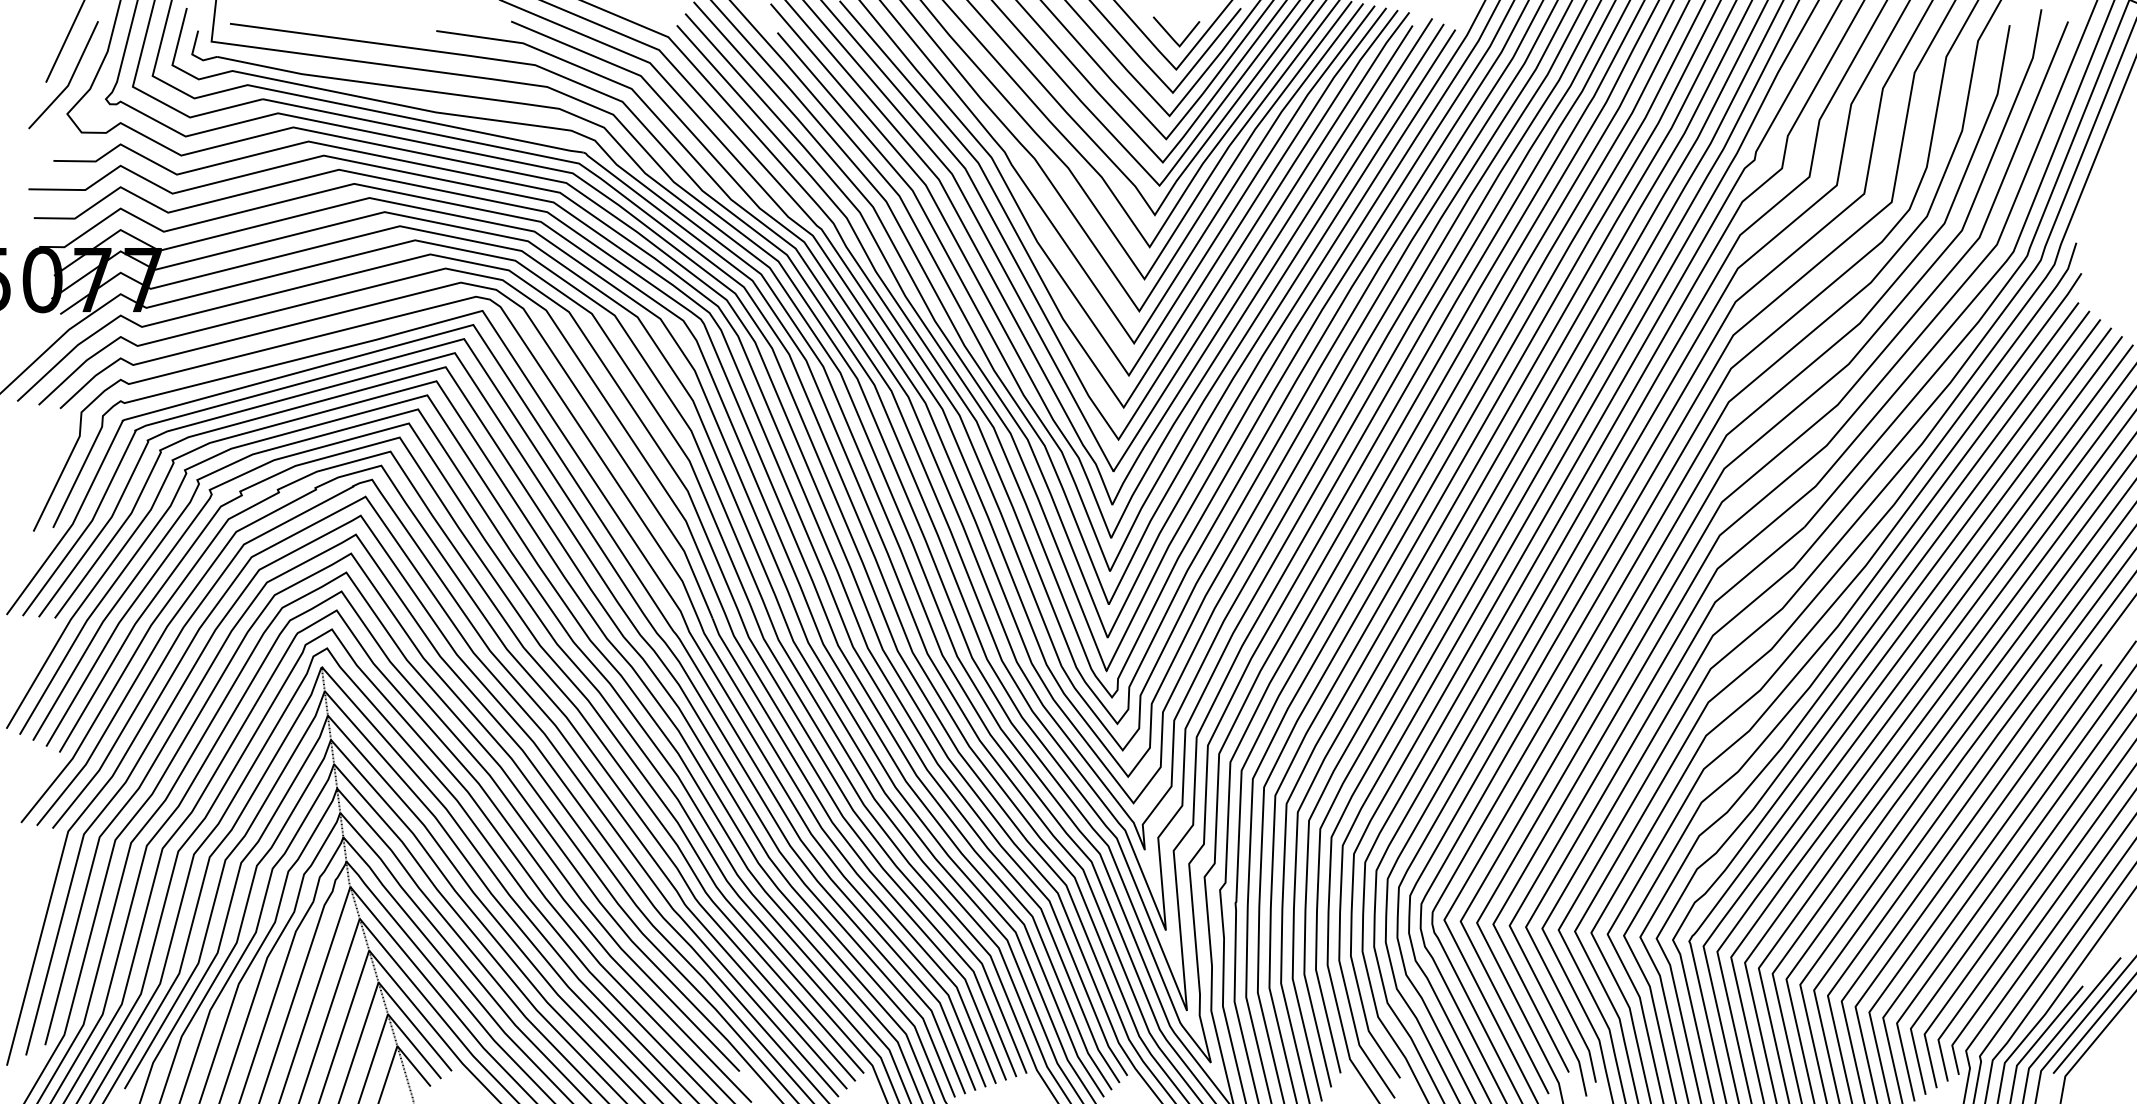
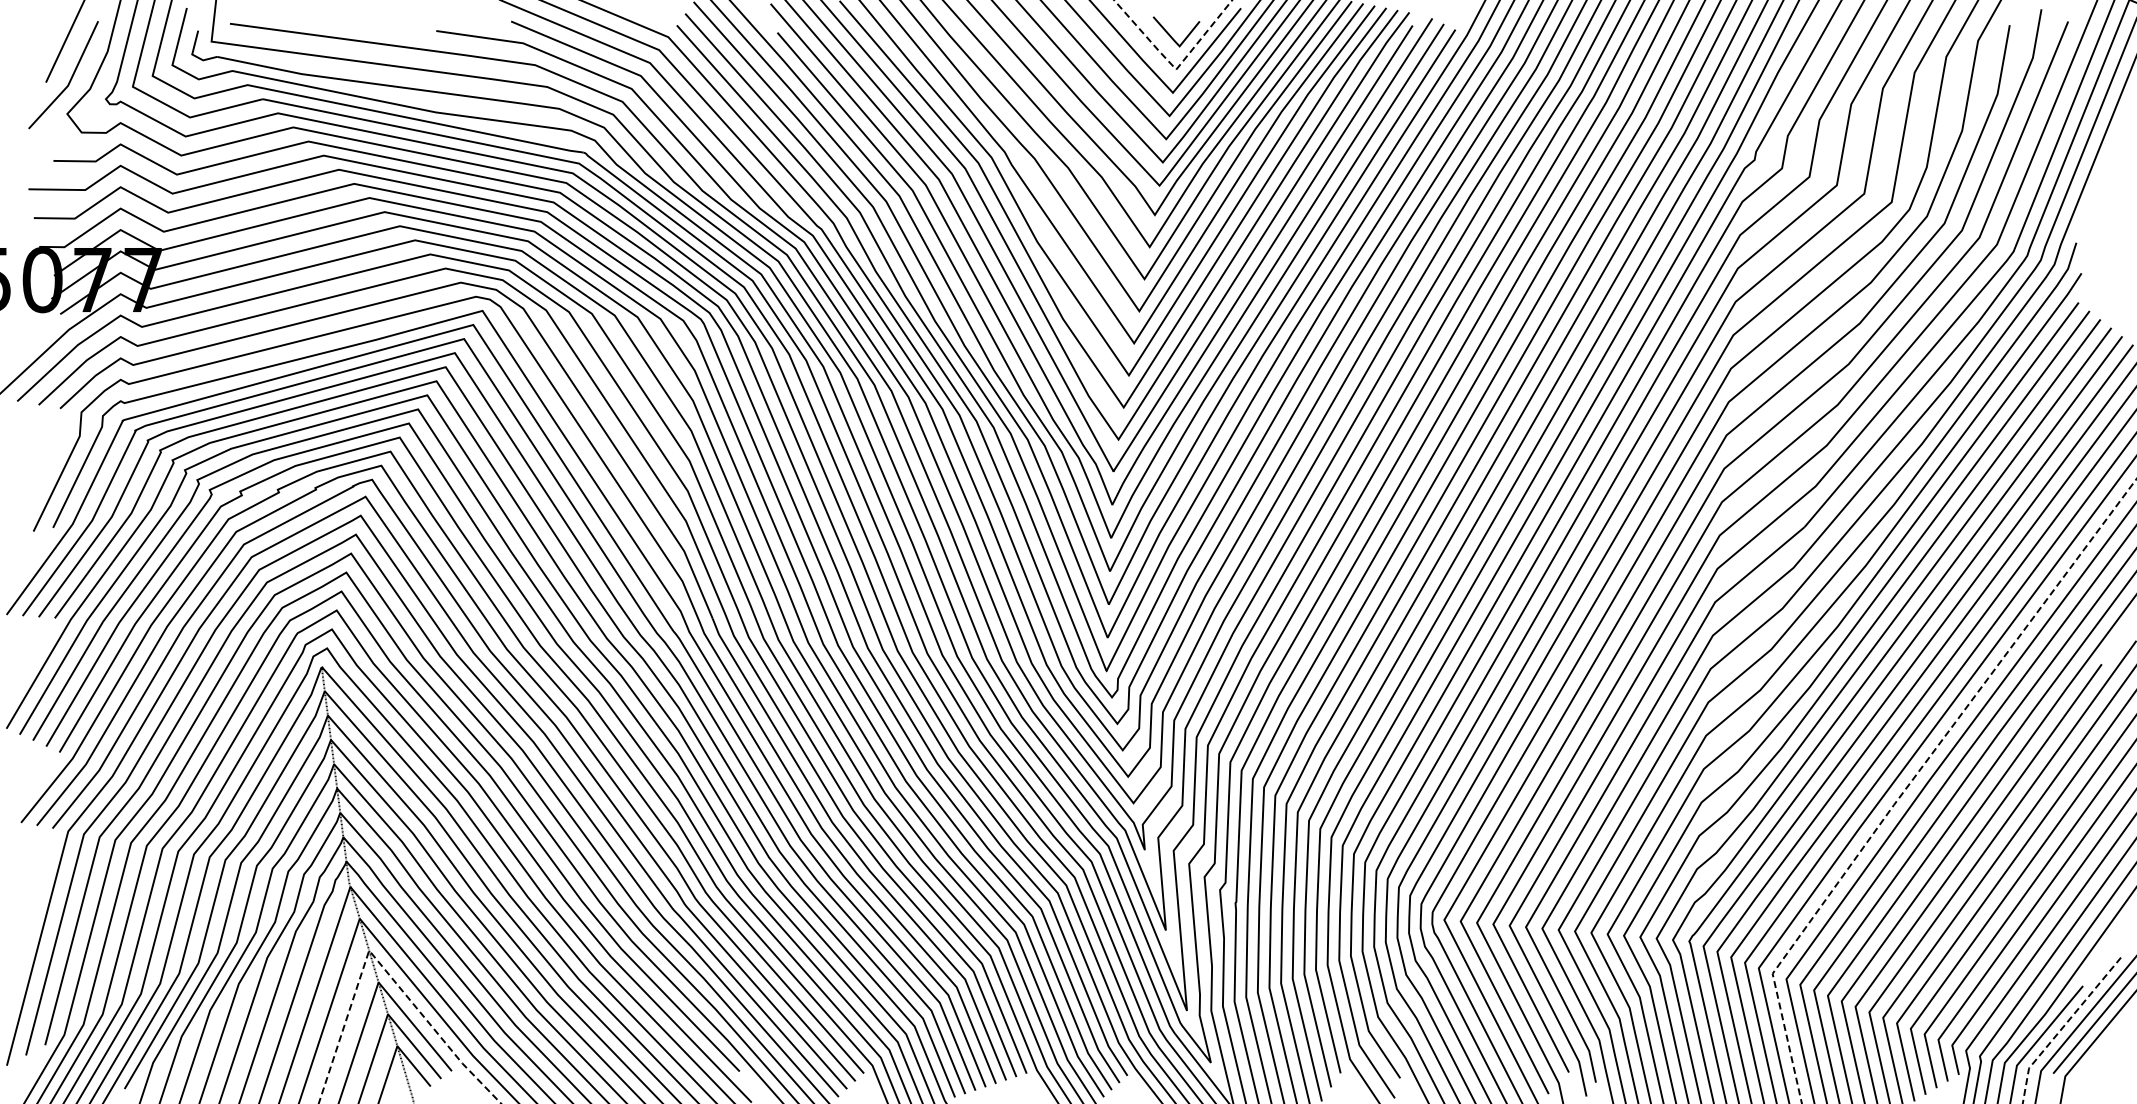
line at (1174, 68): solid -> dashed
line at (1912, 780): solid -> dashed
line at (381, 965): solid -> dashed
line at (2062, 1027): solid -> dashed
